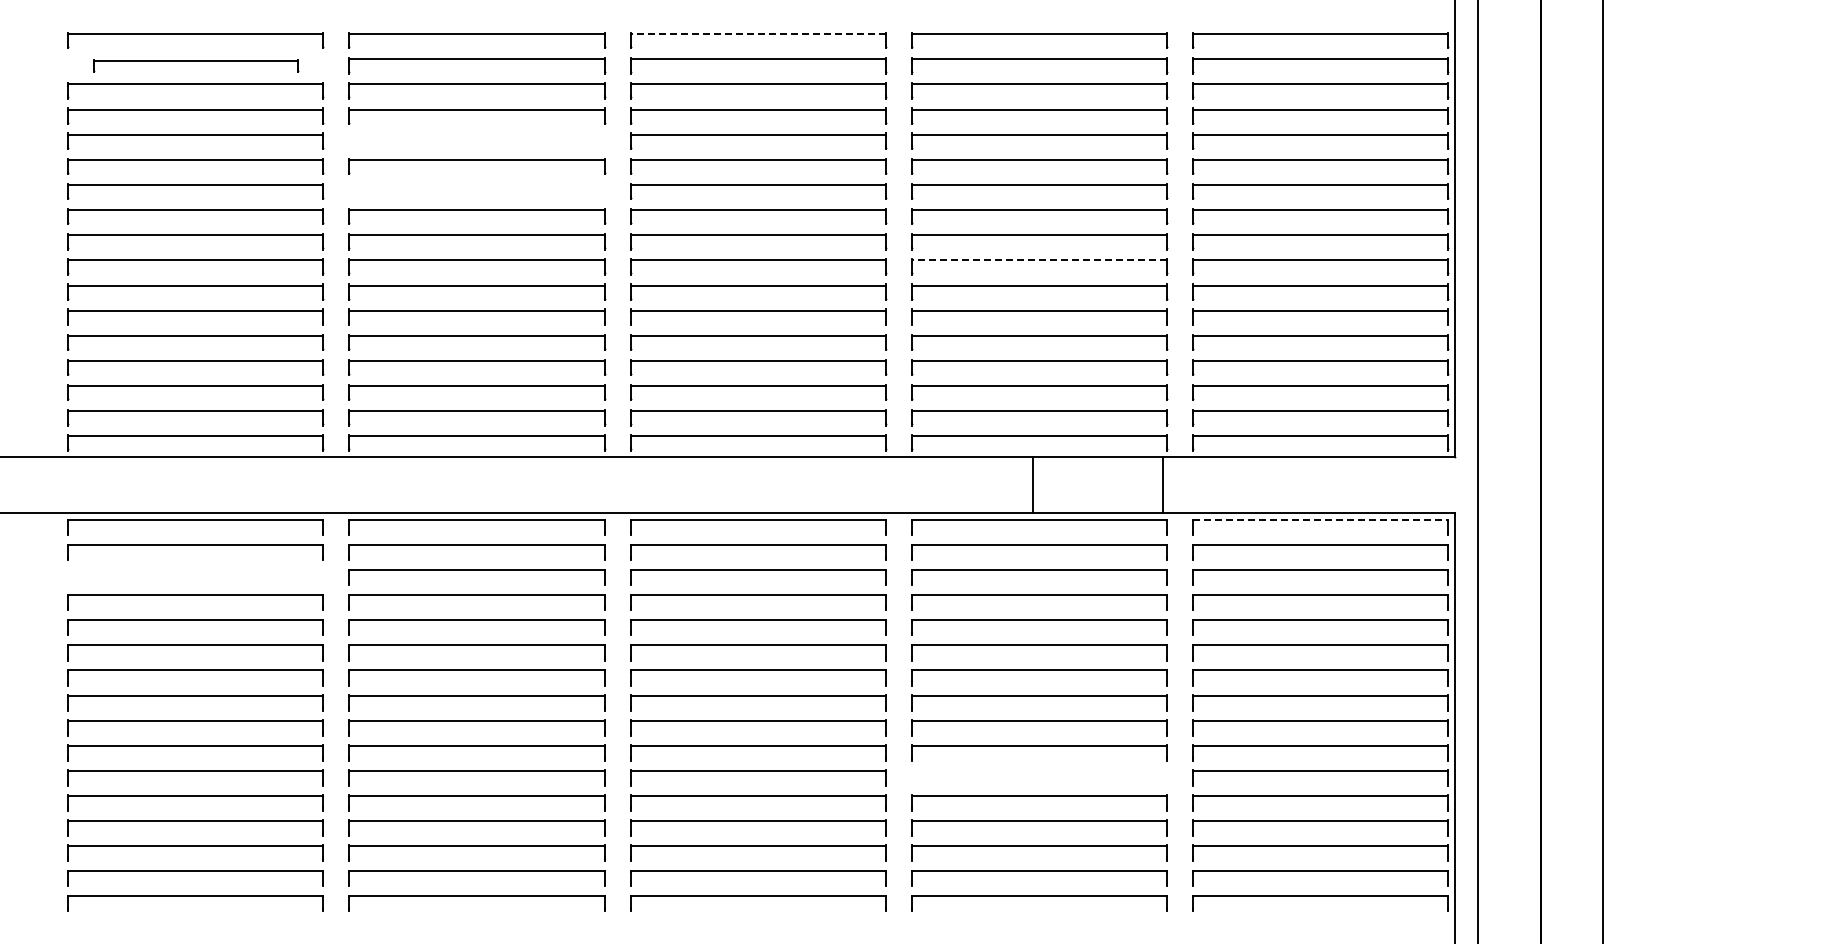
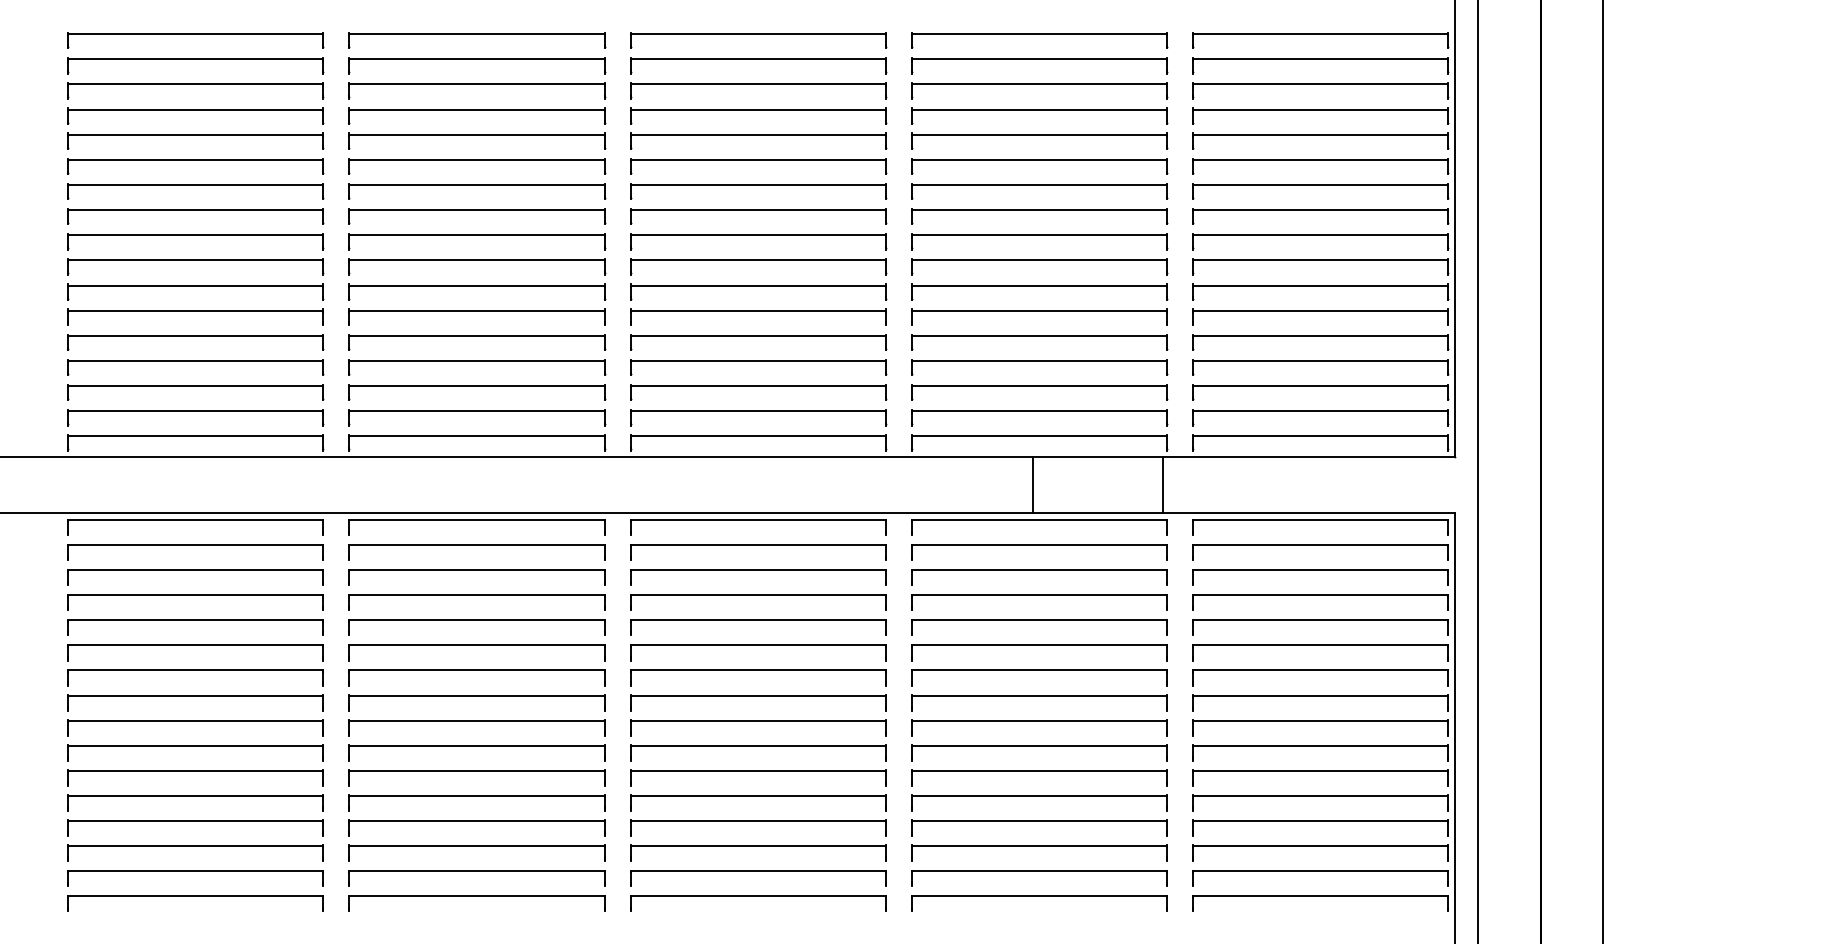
line at (758, 34): dashed -> solid
part at (196, 65) size: 207x14 px -> 258x18 px
part at (477, 140): none -> present
part at (477, 191): none -> present
line at (1039, 260): dashed -> solid
line at (1320, 520): dashed -> solid
part at (195, 570): none -> present
part at (1039, 777): none -> present
